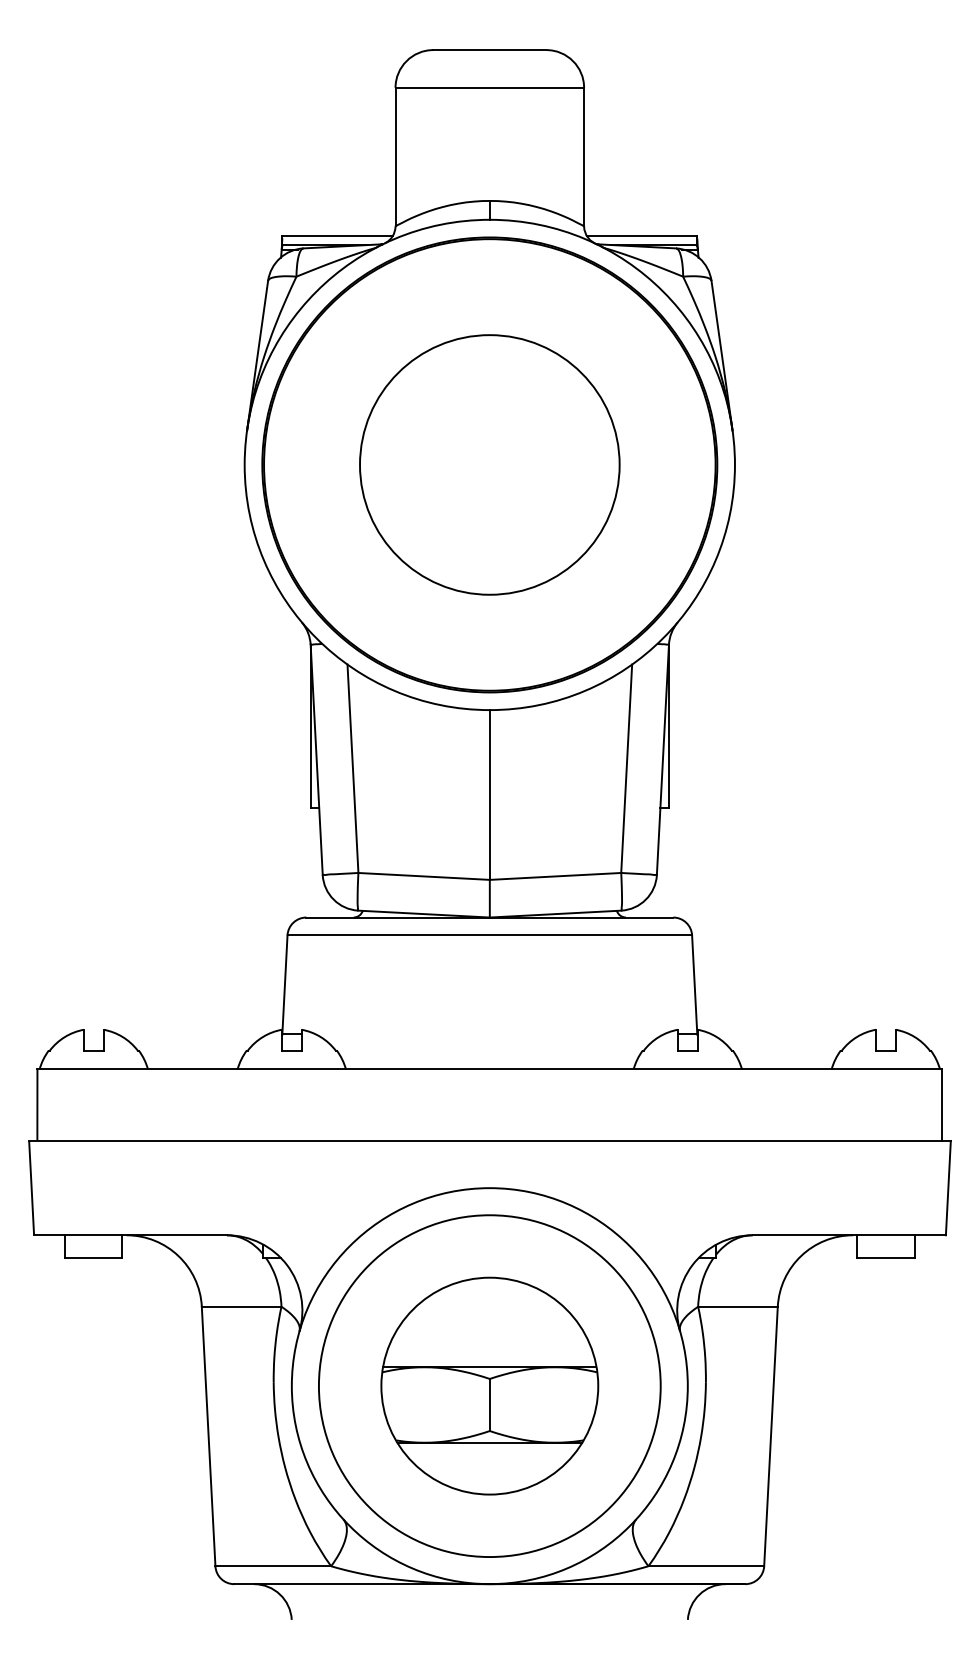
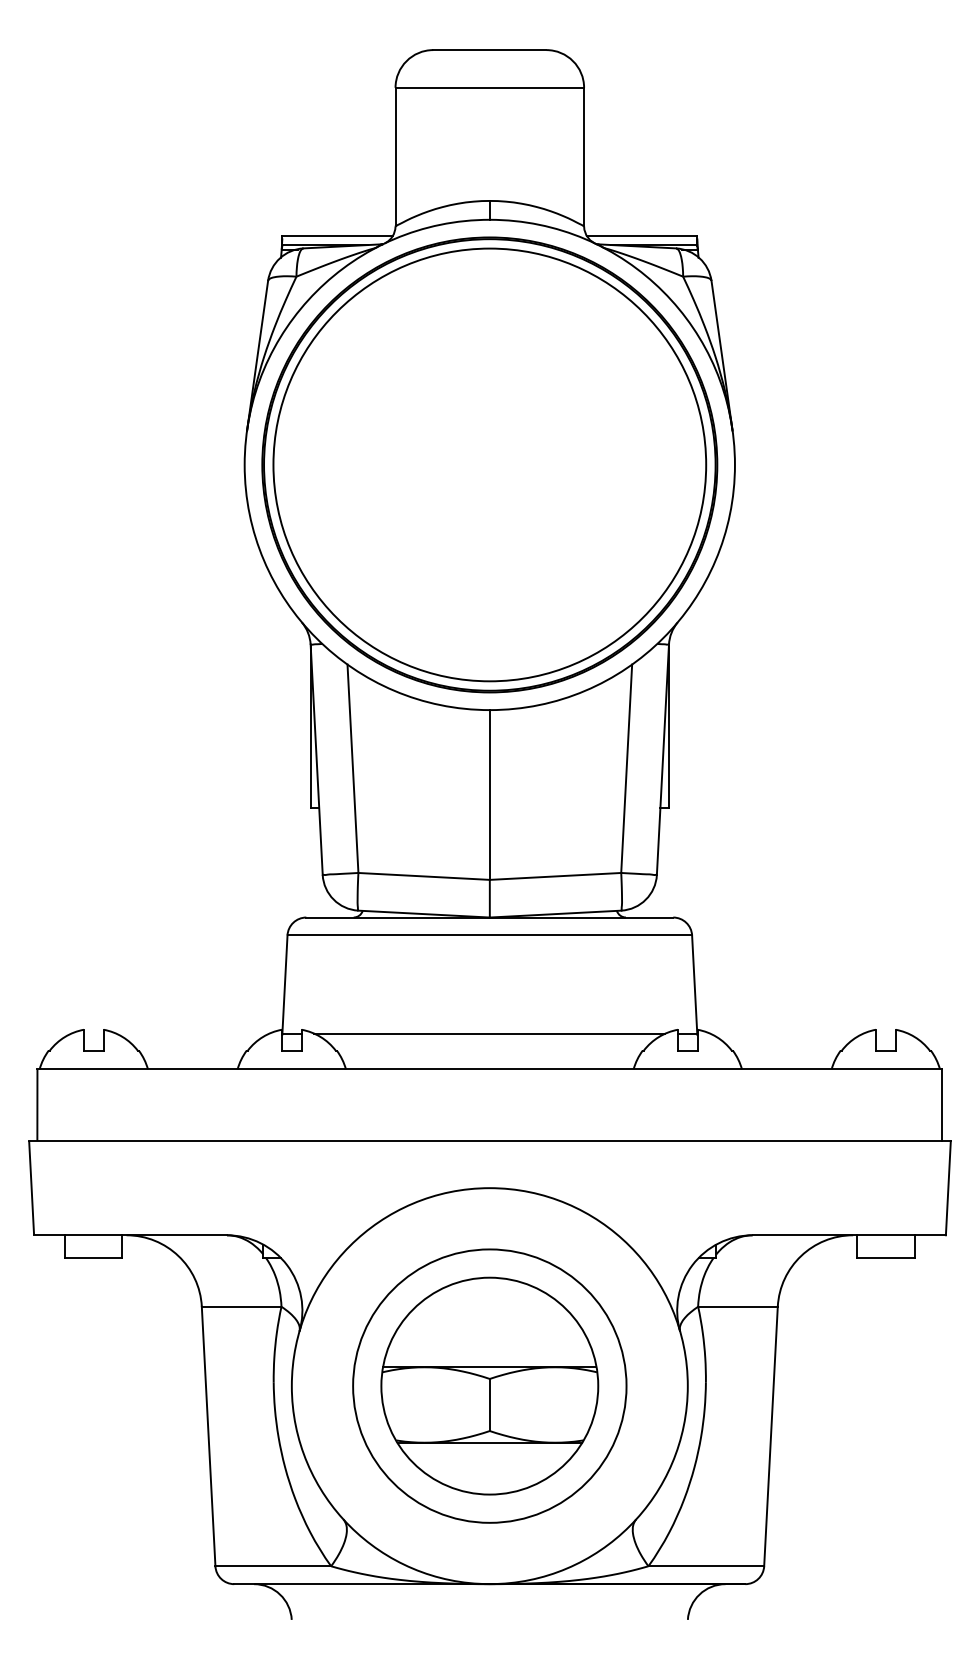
circle at (489, 464) diameter: 260 px -> 433 px
line at (489, 1033): none -> present
circle at (489, 1386) diameter: 342 px -> 273 px
